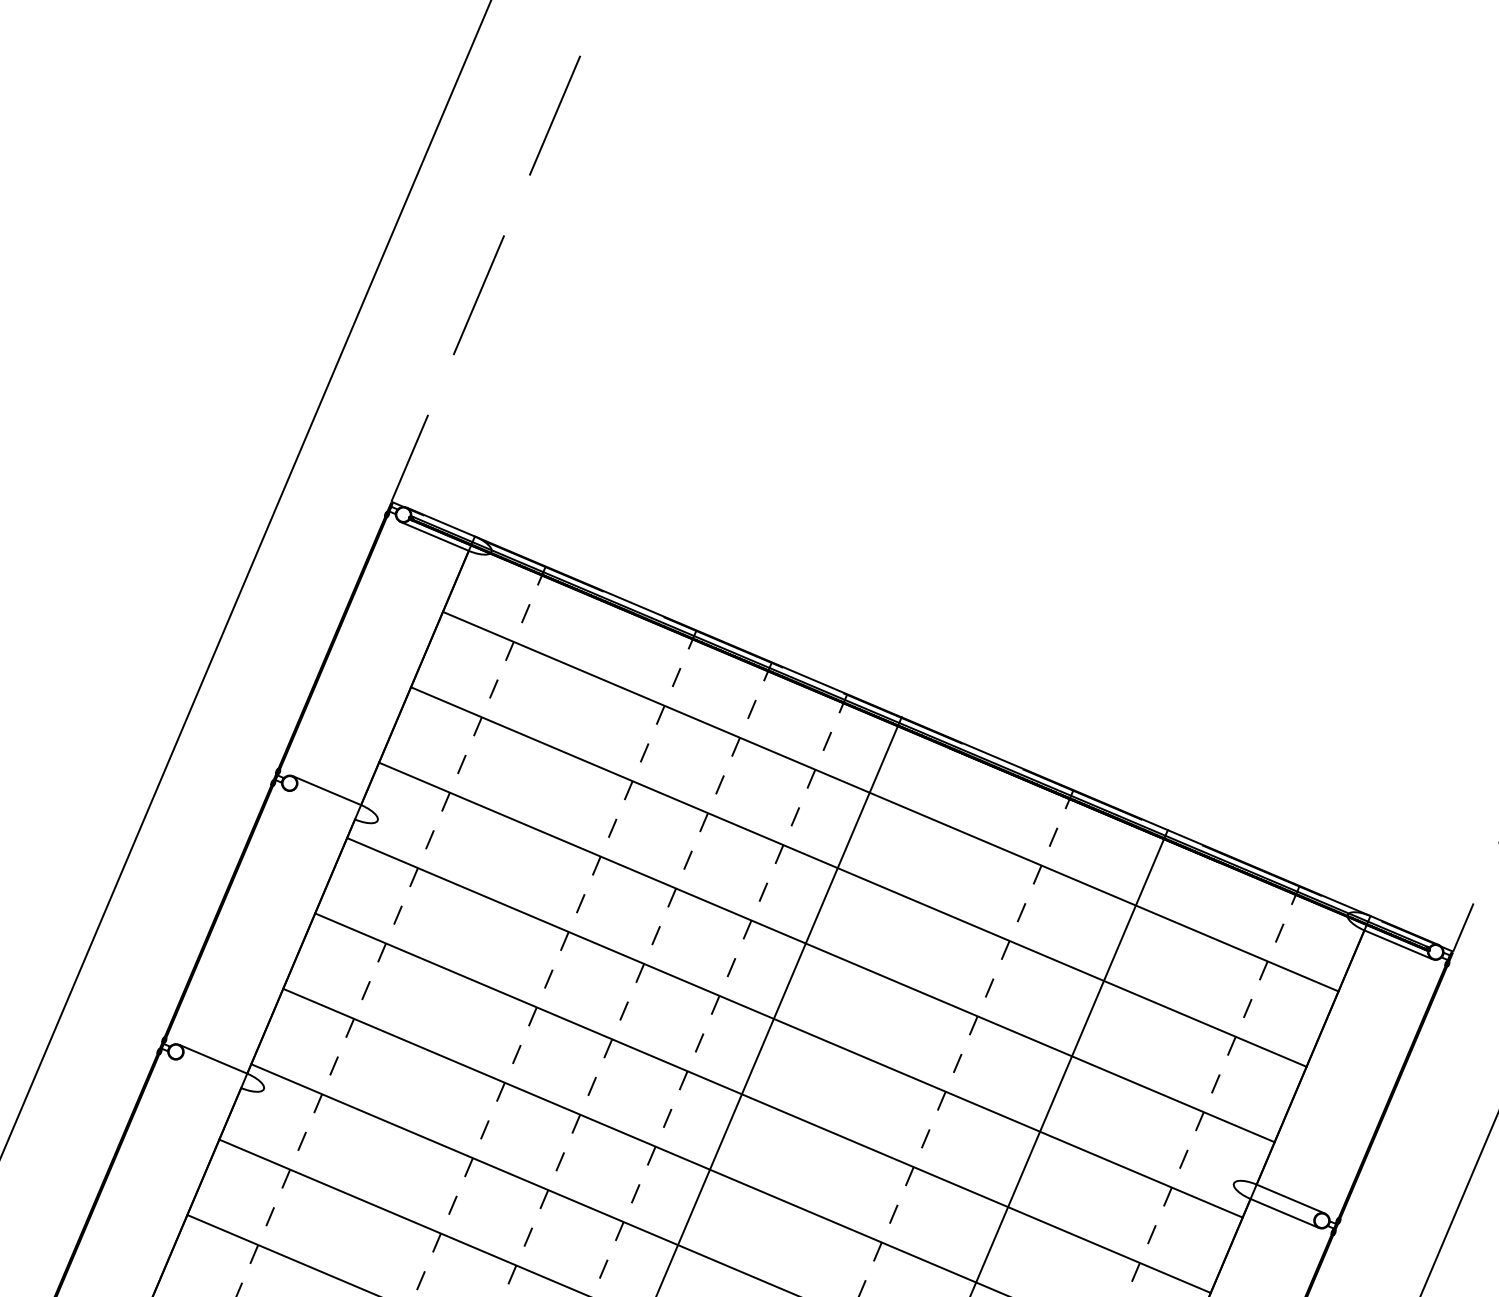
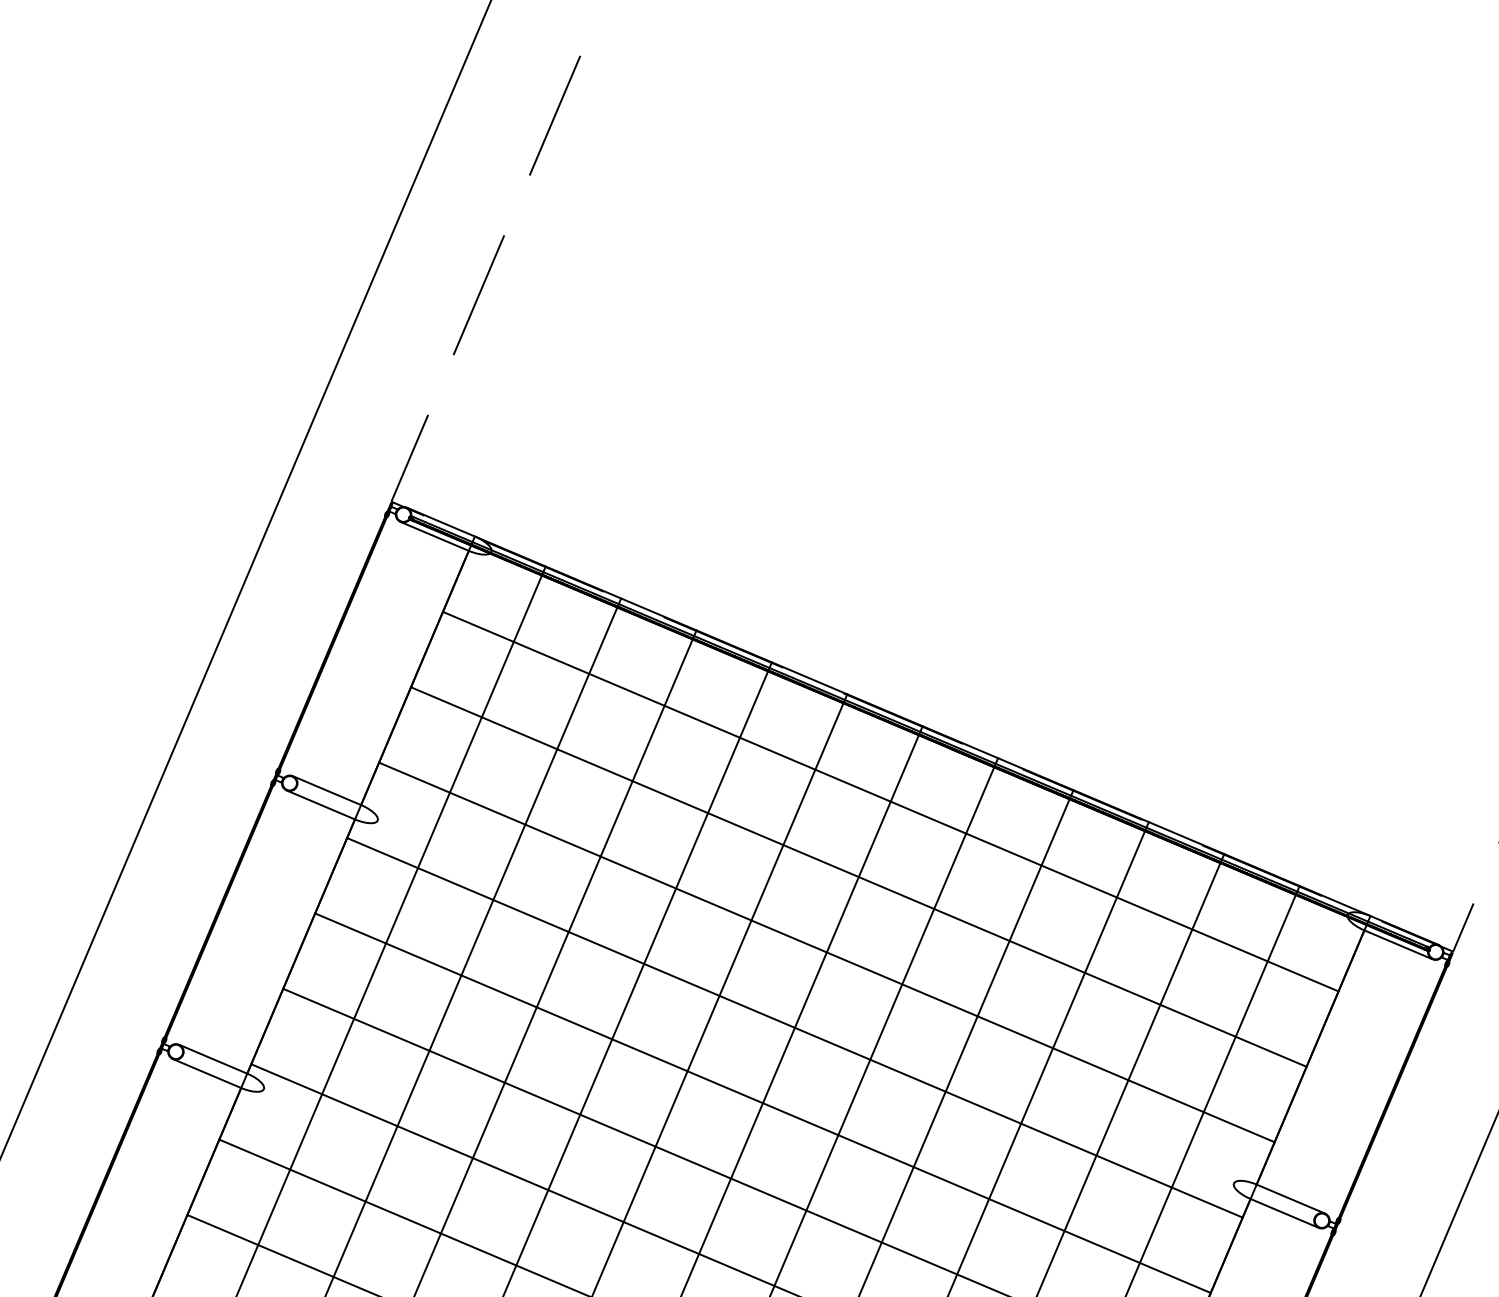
line at (320, 804): none -> present
line at (390, 932): dashed -> solid
line at (473, 945): none -> present
line at (555, 963): dashed -> solid
line at (637, 979): dashed -> solid
line at (719, 995): dashed -> solid
line at (779, 1005) position: (779, 1005) -> (802, 1009)
line at (884, 1025): none -> present
line at (966, 1043): dashed -> solid
line at (1069, 1061) position: (1069, 1061) -> (1048, 1057)
line at (206, 1073): none -> present
line at (1131, 1073): none -> present
line at (1212, 1091): dashed -> solid
